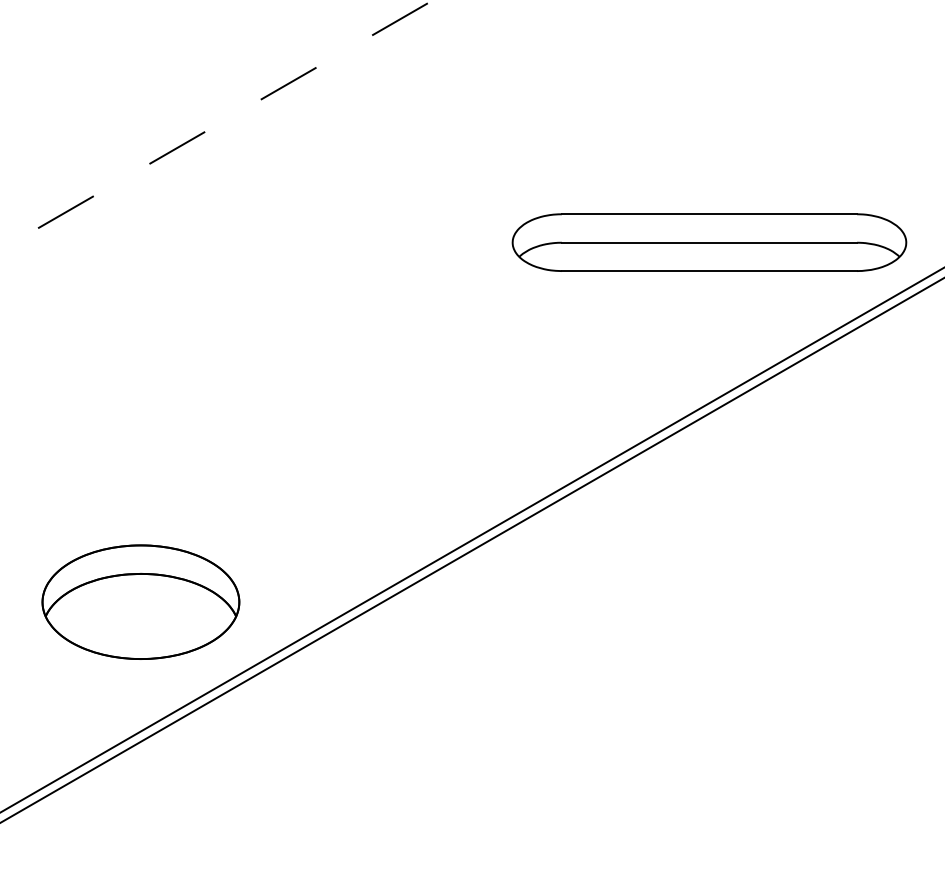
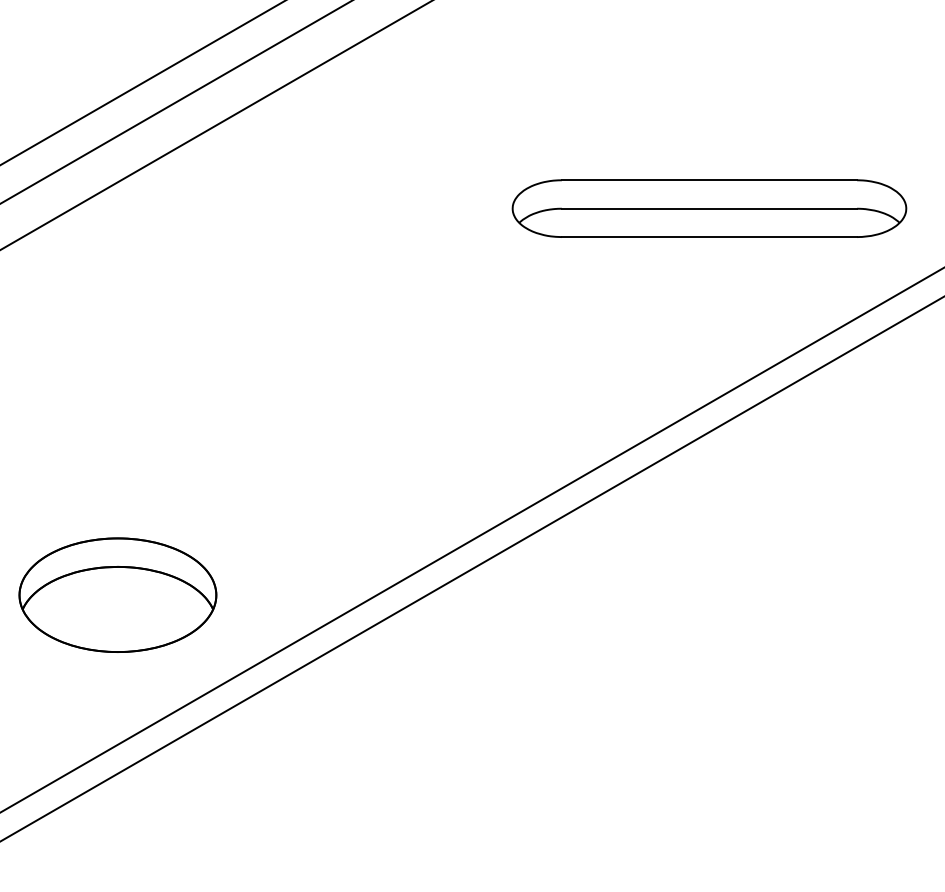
line at (142, 83): none -> present
line at (175, 102): none -> present
line at (216, 125): dashed -> solid
part at (709, 242) position: (709, 242) -> (709, 208)
line at (471, 550) position: (471, 550) -> (471, 568)
part at (140, 601) position: (140, 601) -> (117, 594)
